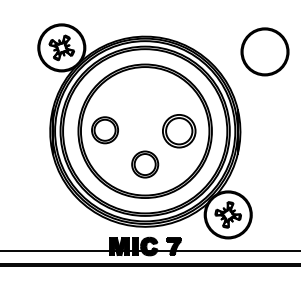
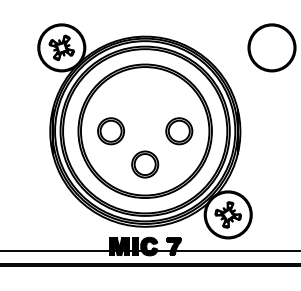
circle at (264, 51) position: (264, 51) -> (271, 47)
part at (104, 130) position: (104, 130) -> (110, 131)
part at (179, 131) size: 35x35 px -> 29x29 px
